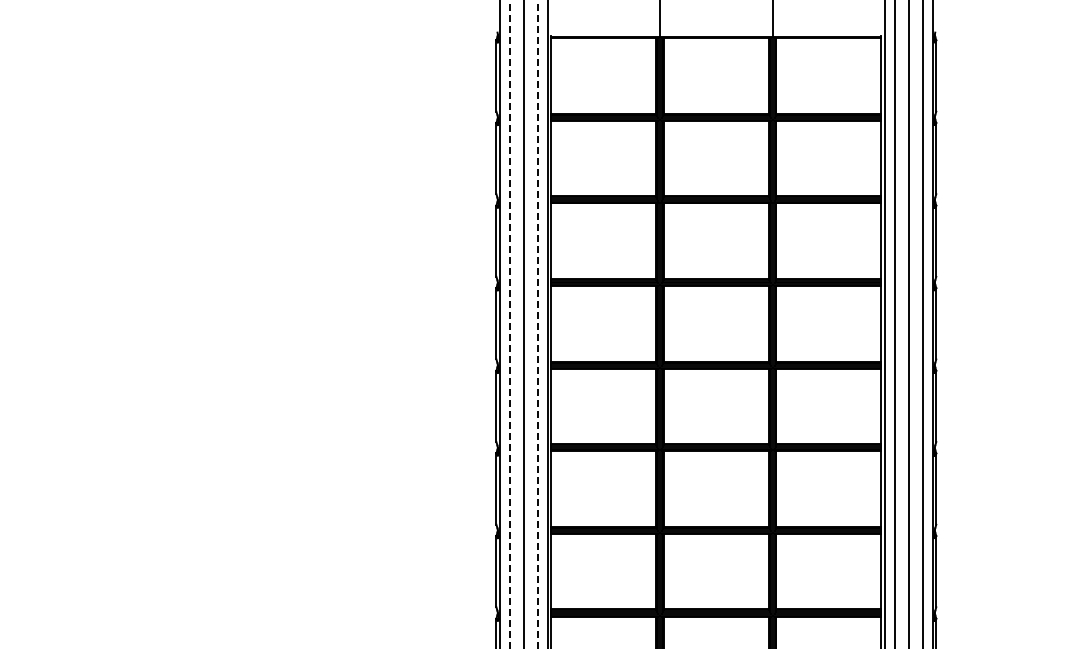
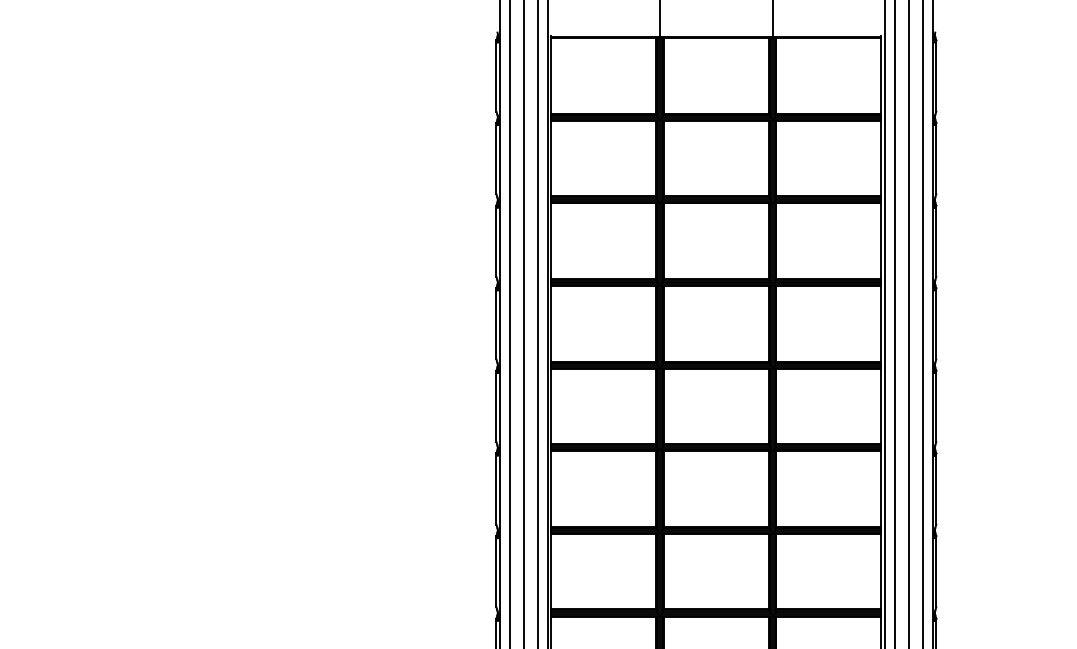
line at (510, 324): dashed -> solid
line at (537, 324): dashed -> solid
